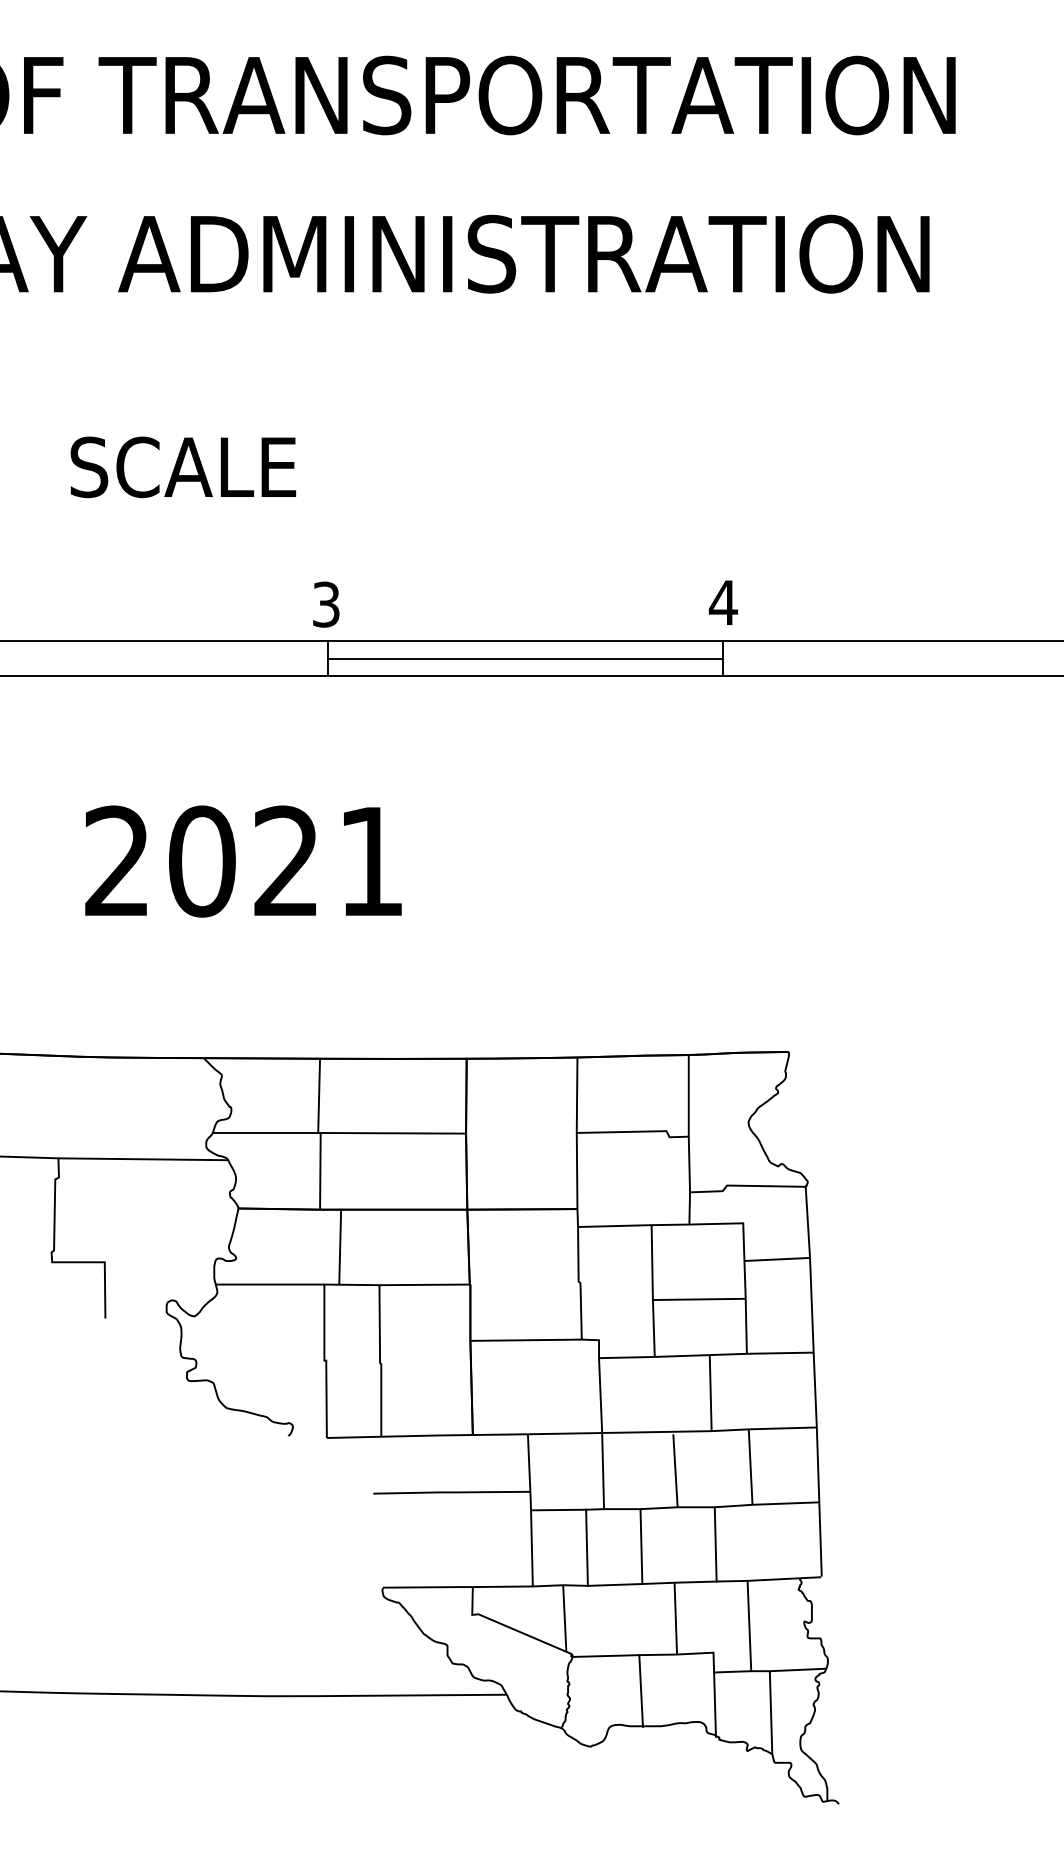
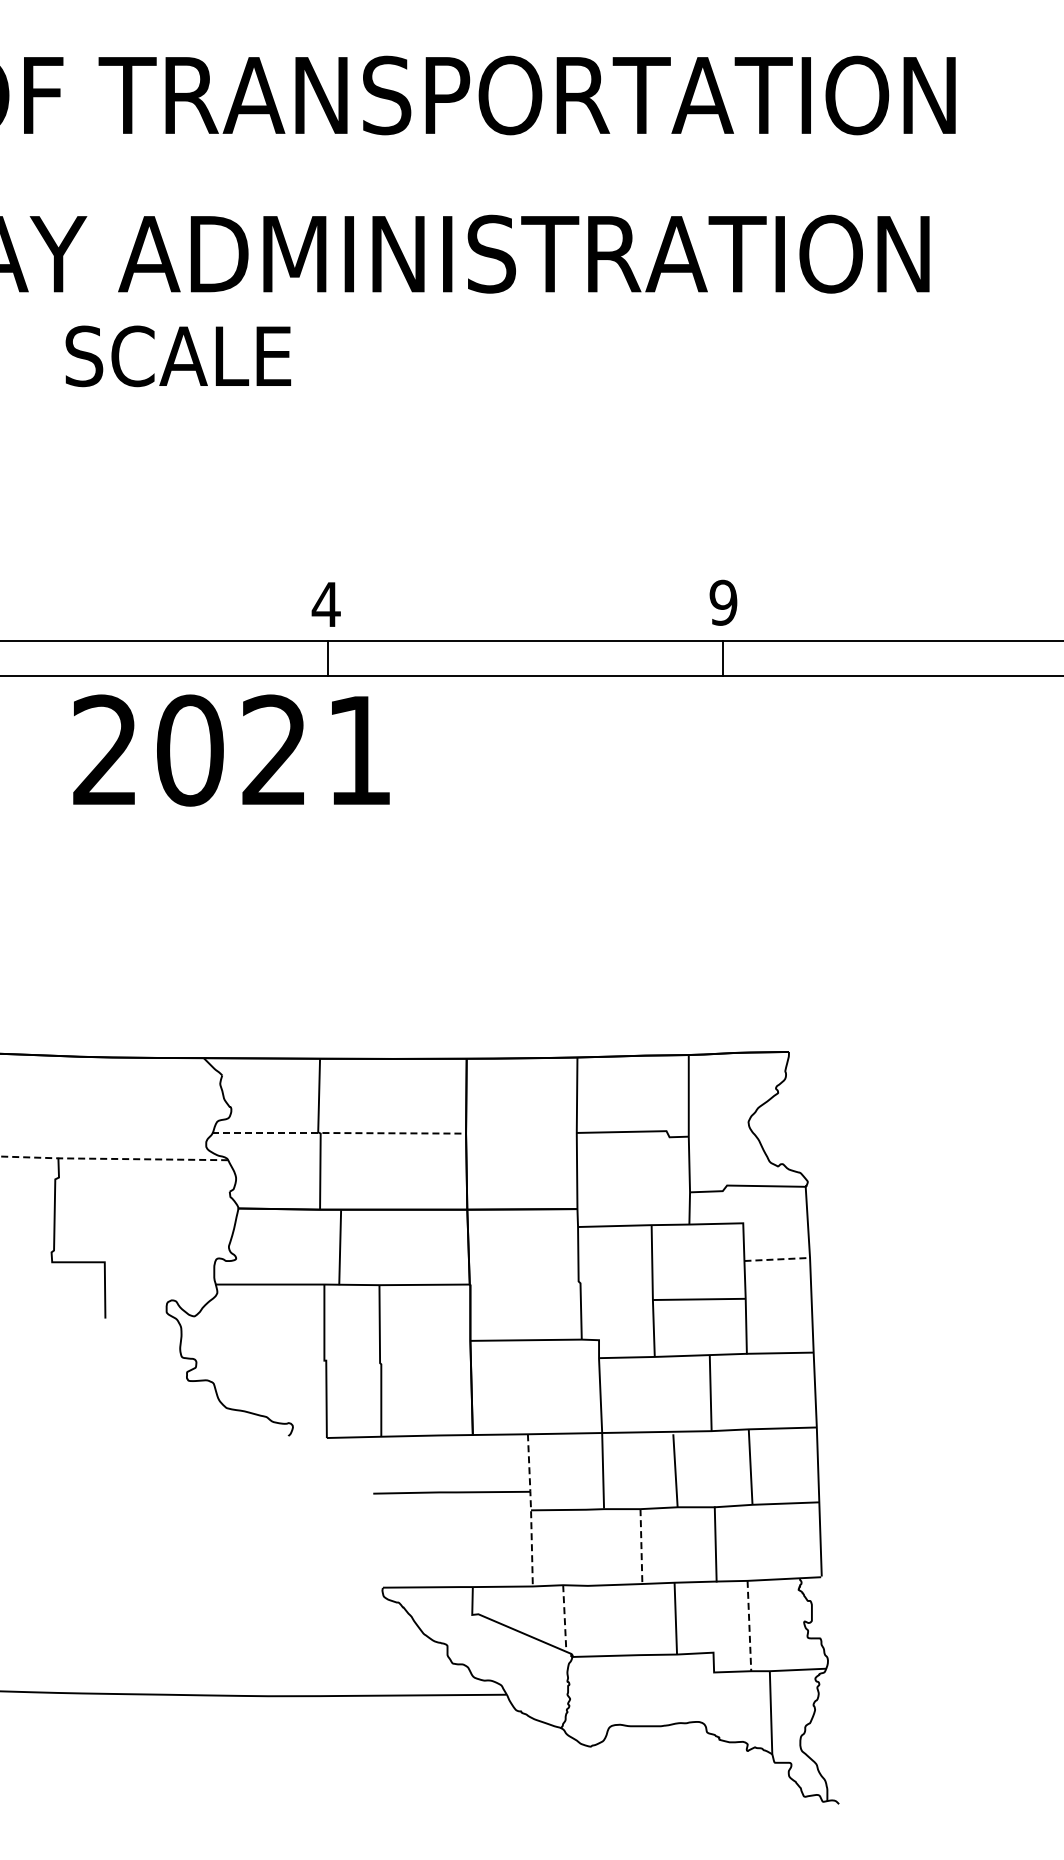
text at (183, 467) position: (183, 467) -> (178, 356)
text at (722, 602): 4 -> 9
text at (325, 604): 3 -> 4
line at (524, 659): present -> none
text at (243, 861) position: (243, 861) -> (231, 750)
line at (338, 1133): solid -> dashed
line at (113, 1158): solid -> dashed
line at (776, 1259): solid -> dashed
line at (531, 1510): solid -> dashed
line at (586, 1547): present -> none
line at (641, 1547): solid -> dashed
line at (564, 1618): solid -> dashed
line at (749, 1626): solid -> dashed
line at (640, 1690): present -> none
line at (714, 1704): present -> none
